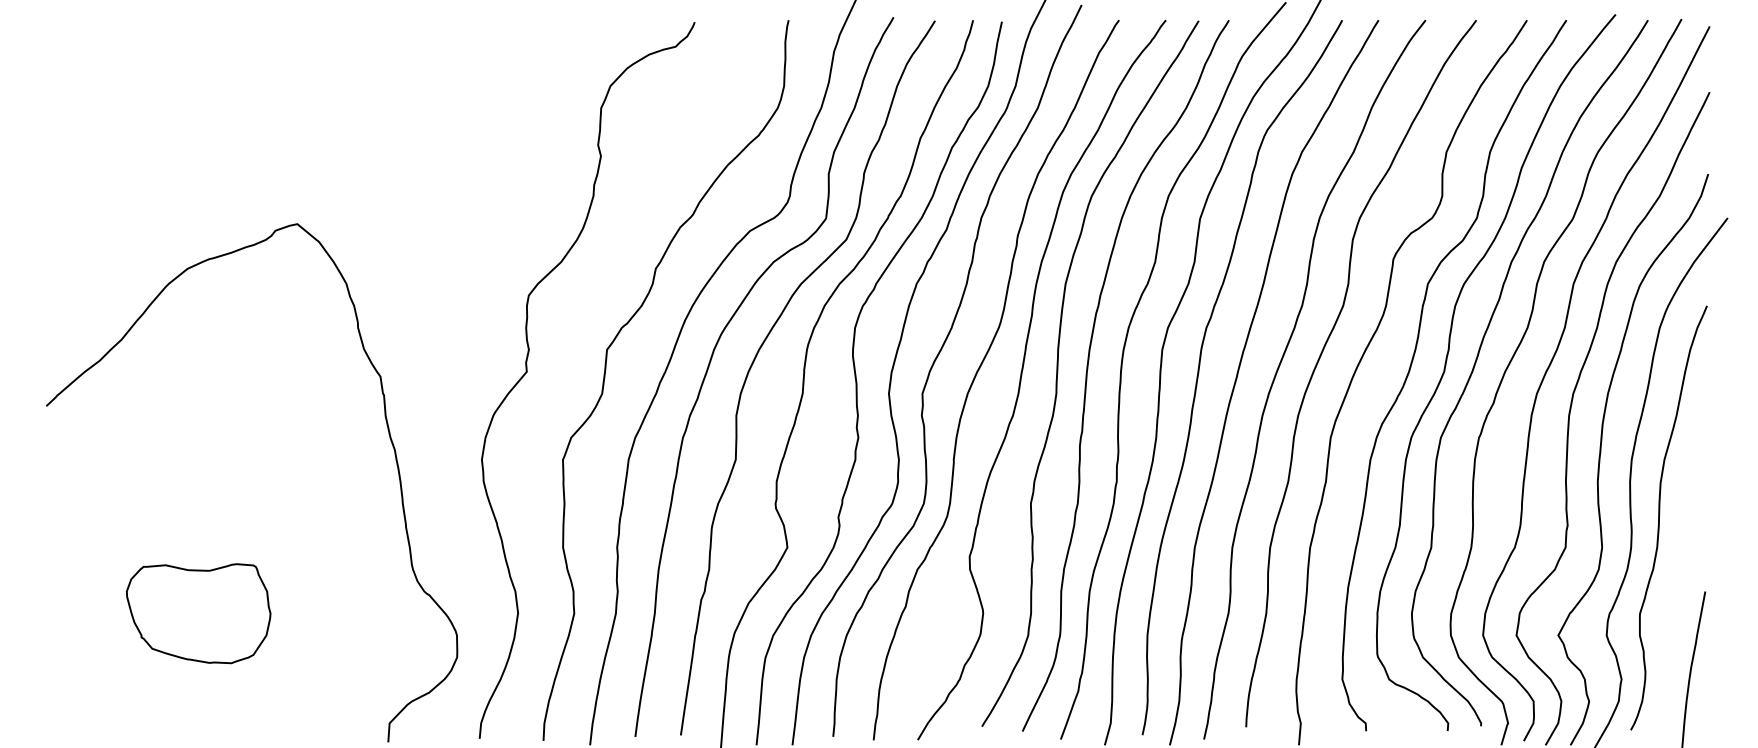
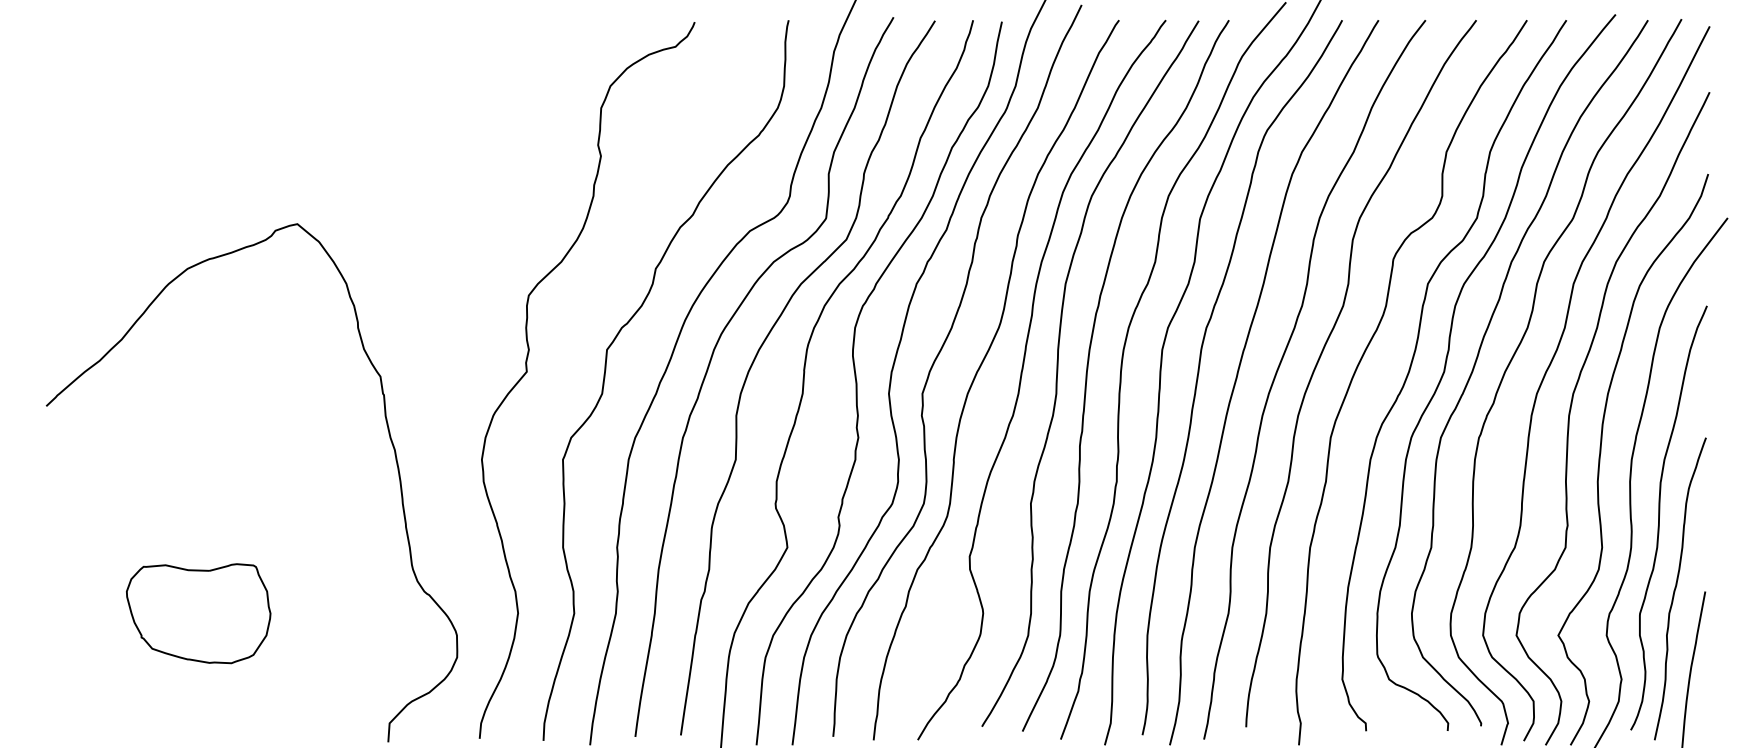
curve at (1676, 588): none -> present
